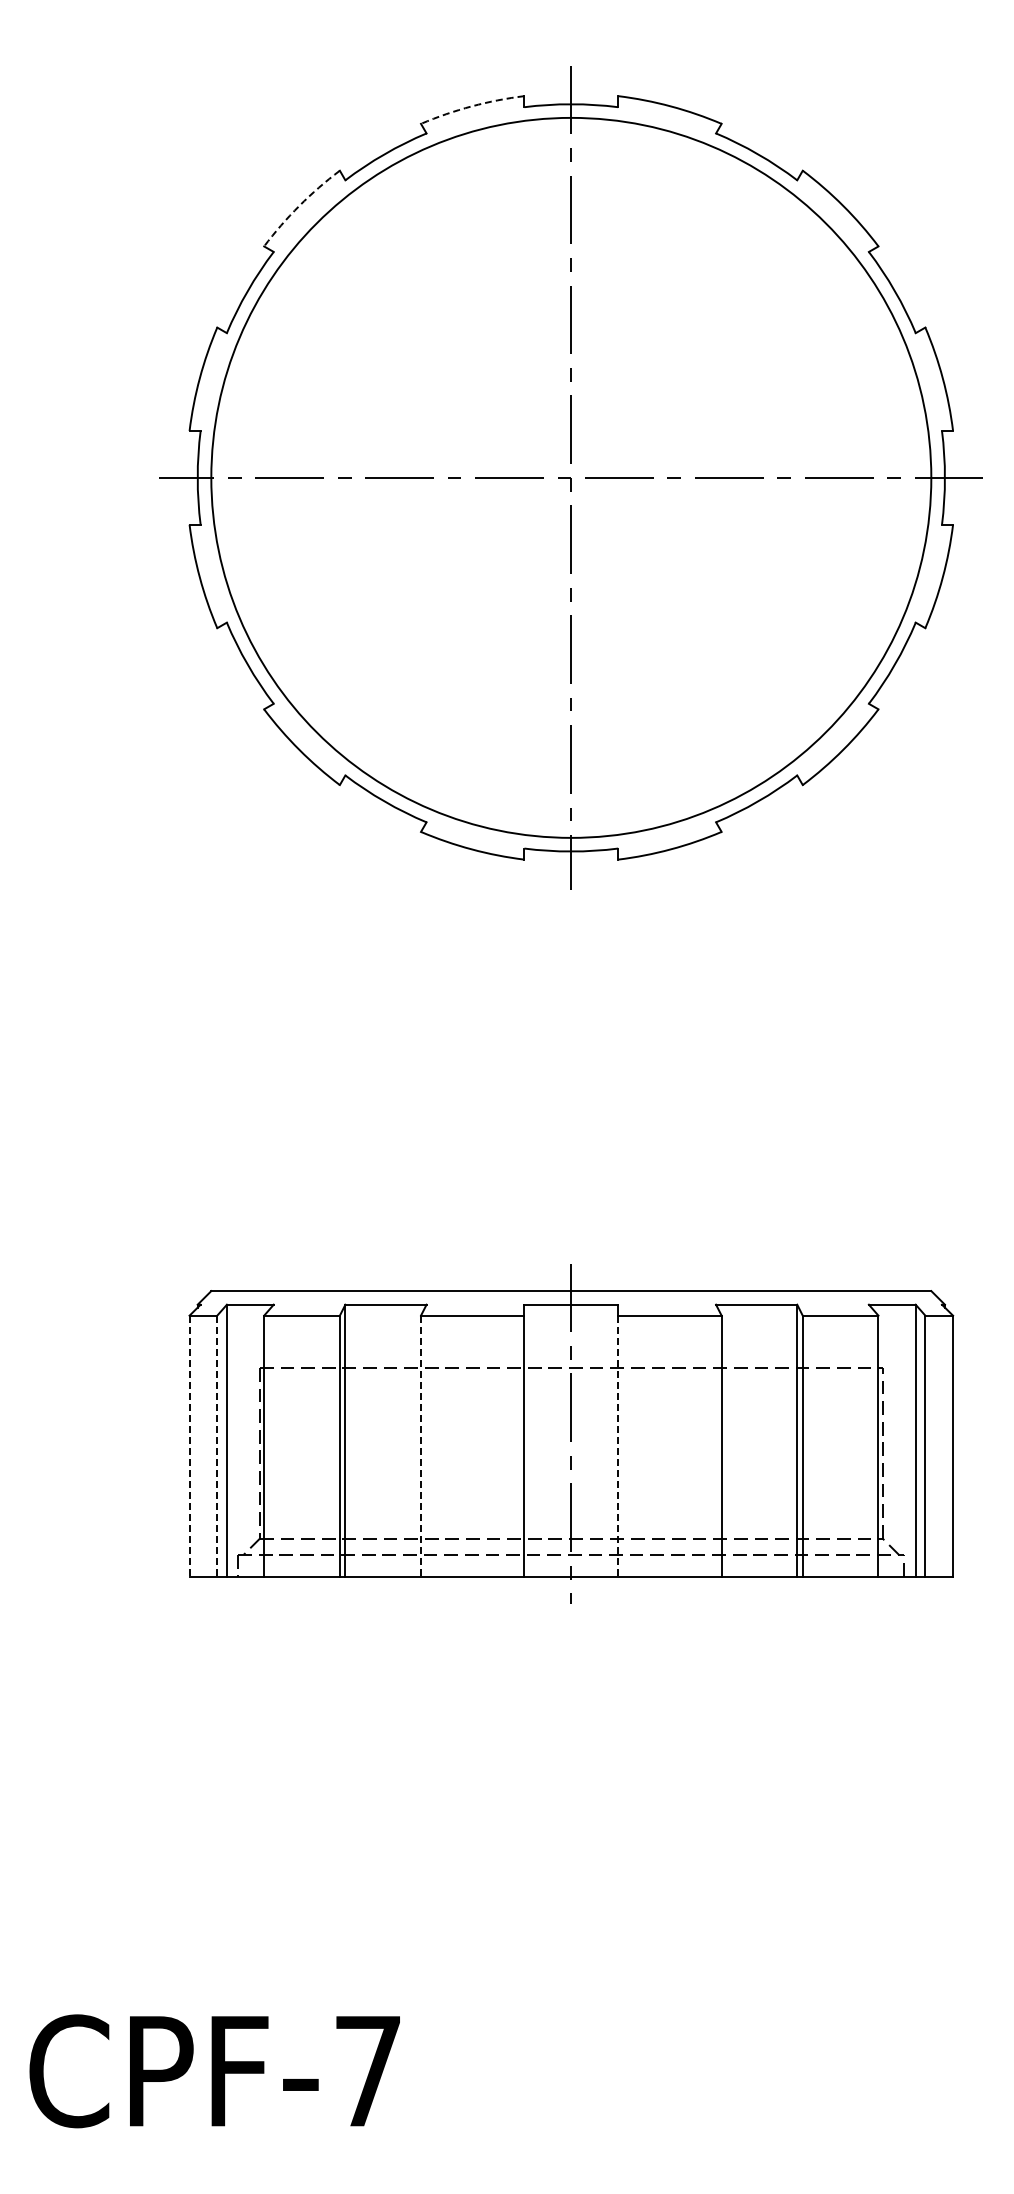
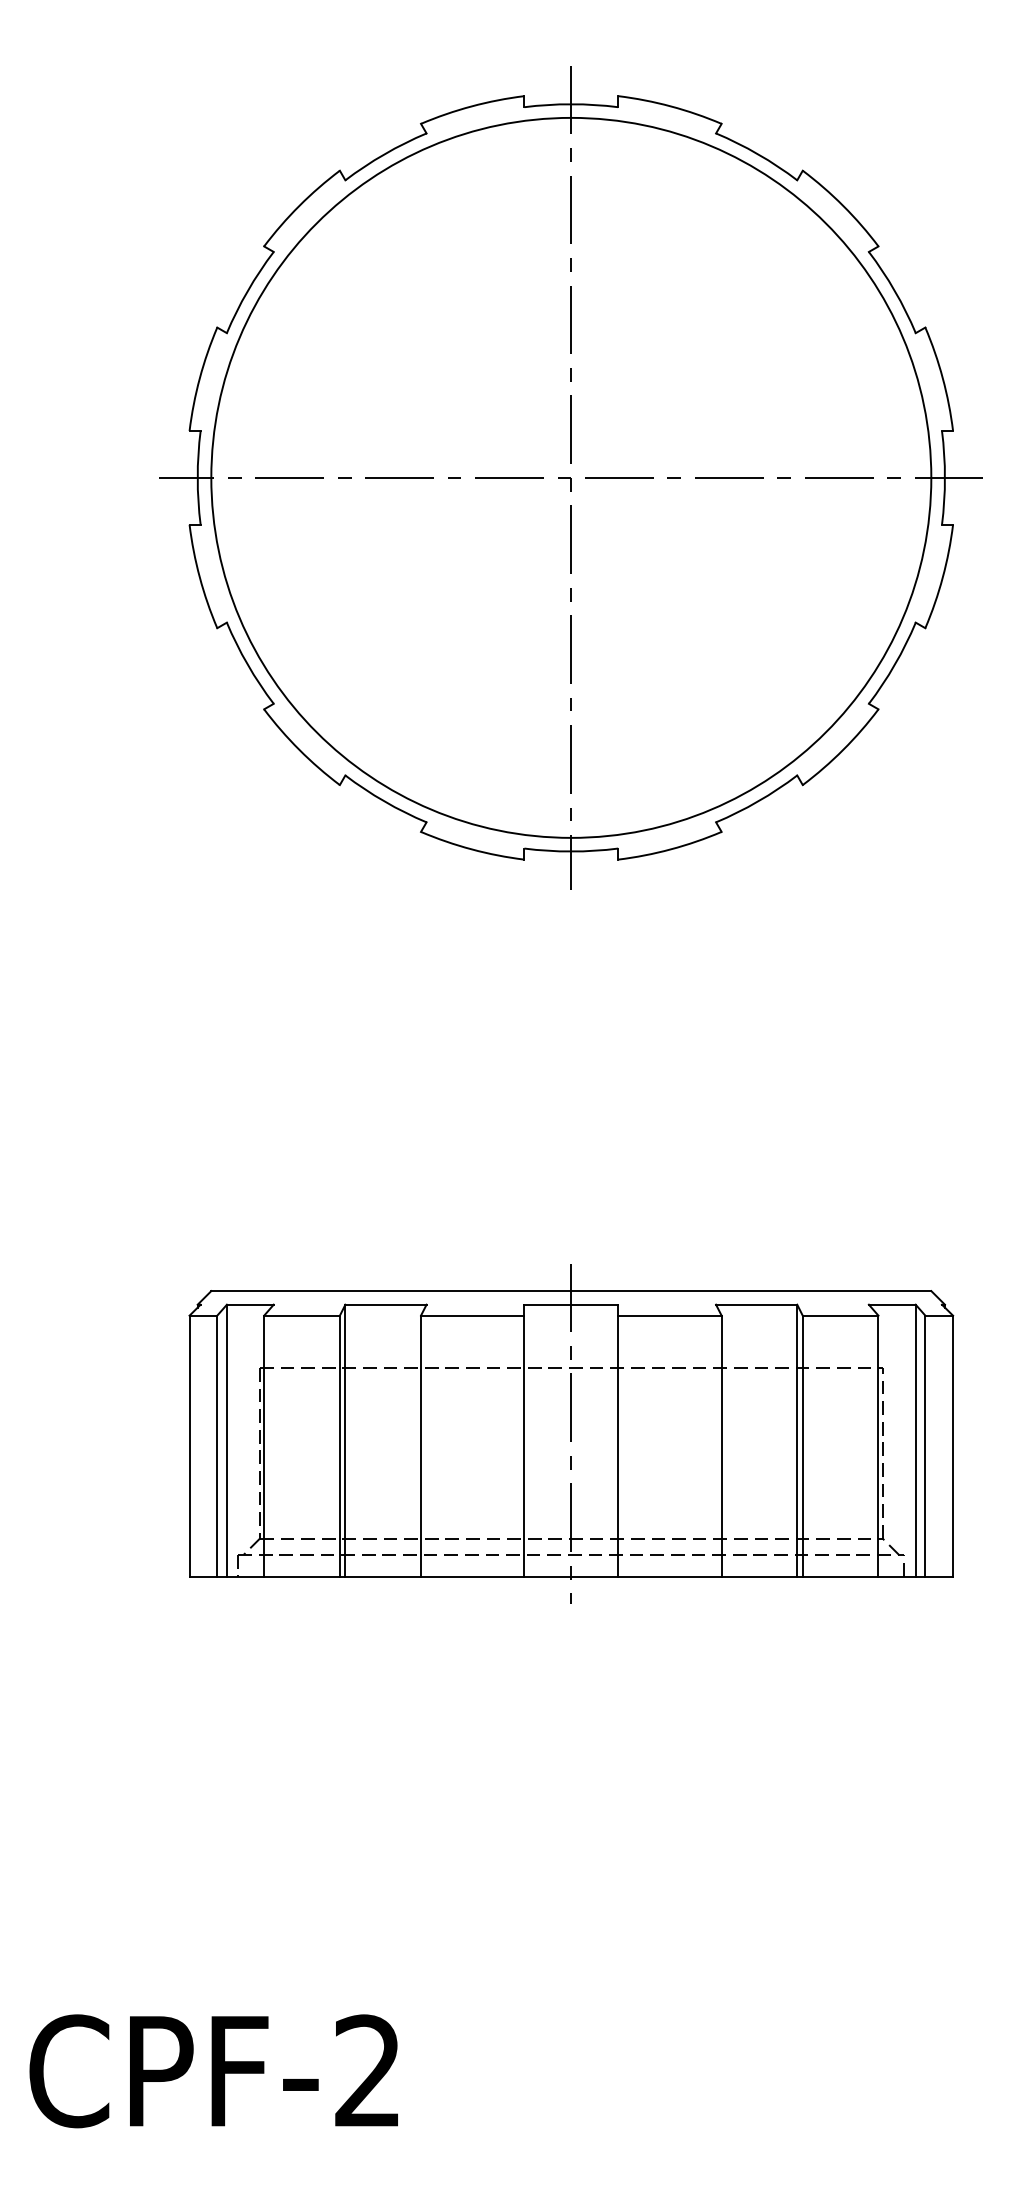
arc at (471, 106): dashed -> solid
arc at (299, 205): dashed -> solid
line at (189, 1446): dashed -> solid
line at (217, 1446): dashed -> solid
line at (421, 1446): dashed -> solid
line at (618, 1446): dashed -> solid
text at (367, 2070): CPF-7 -> CPF-2
